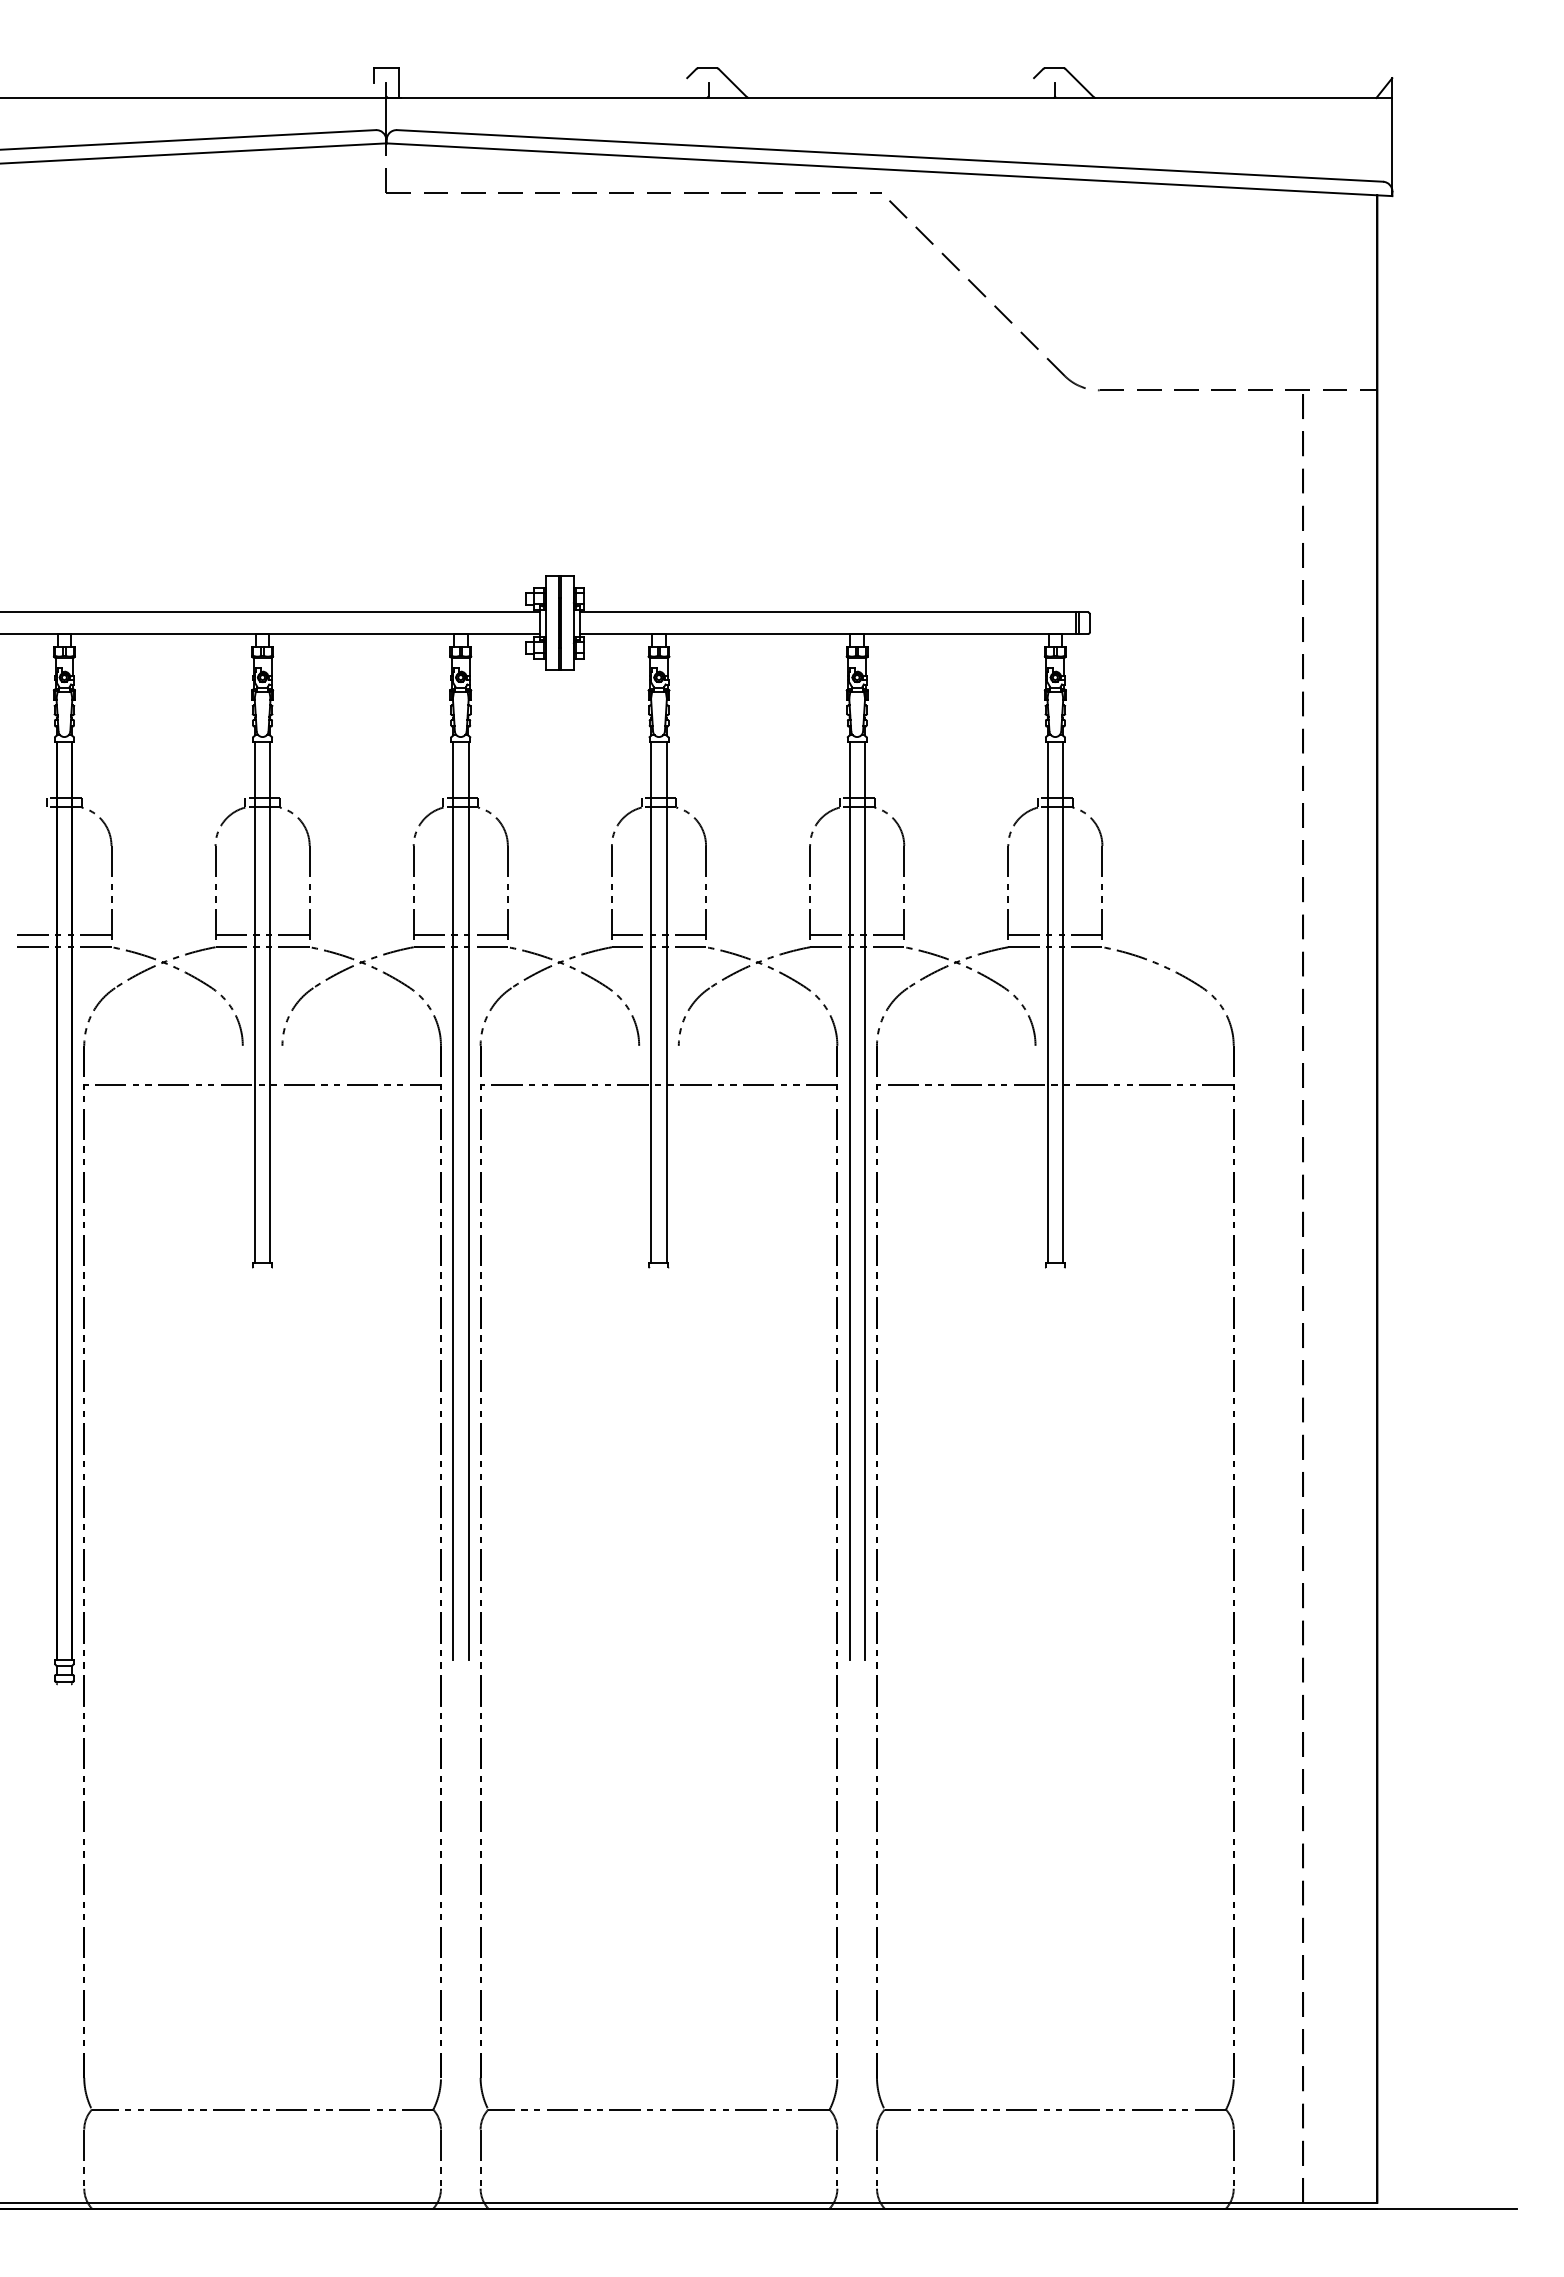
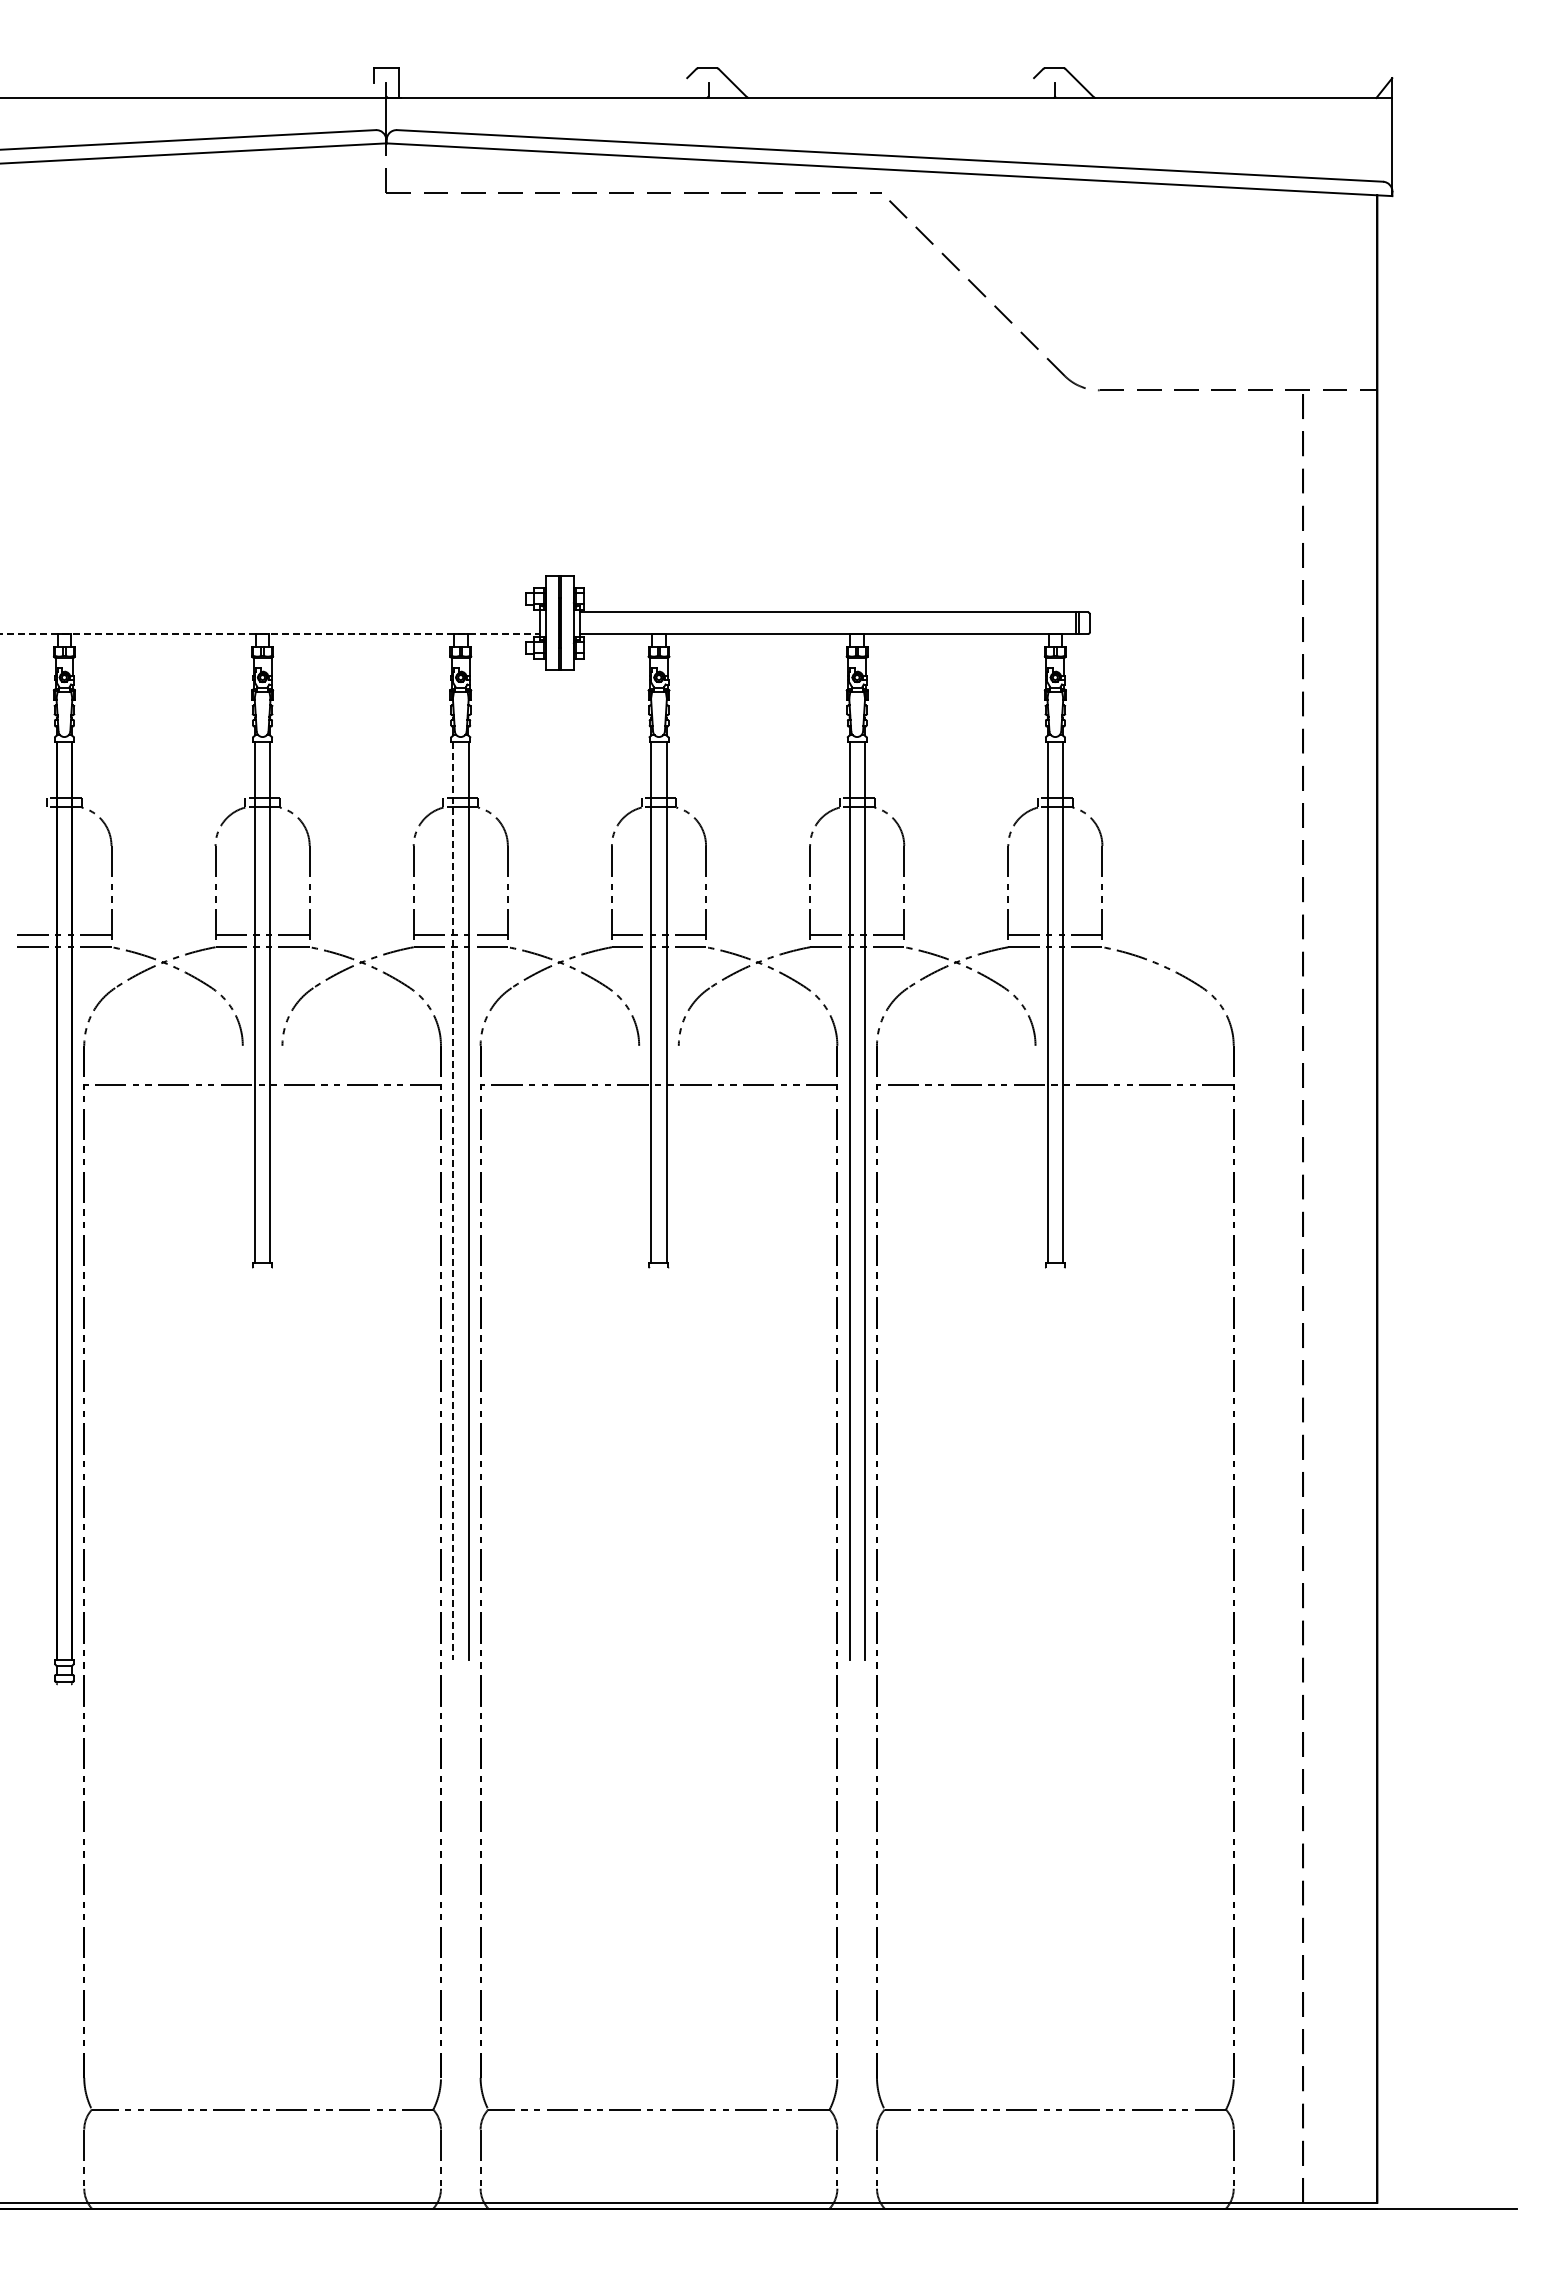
line at (271, 612): present -> none
line at (270, 633): solid -> dashed
line at (453, 1200): solid -> dashed
